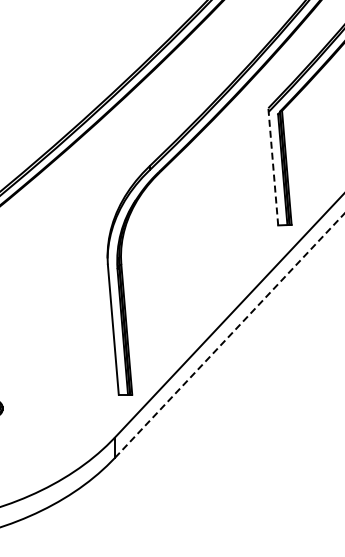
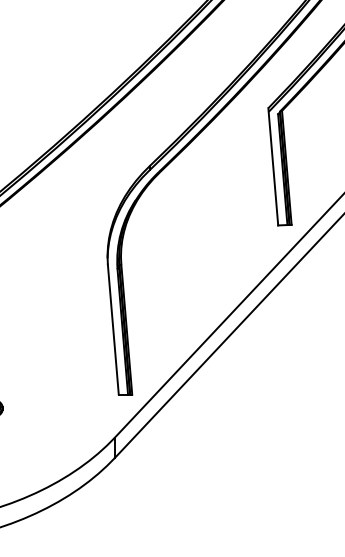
line at (273, 166): dashed -> solid
line at (229, 335): dashed -> solid
